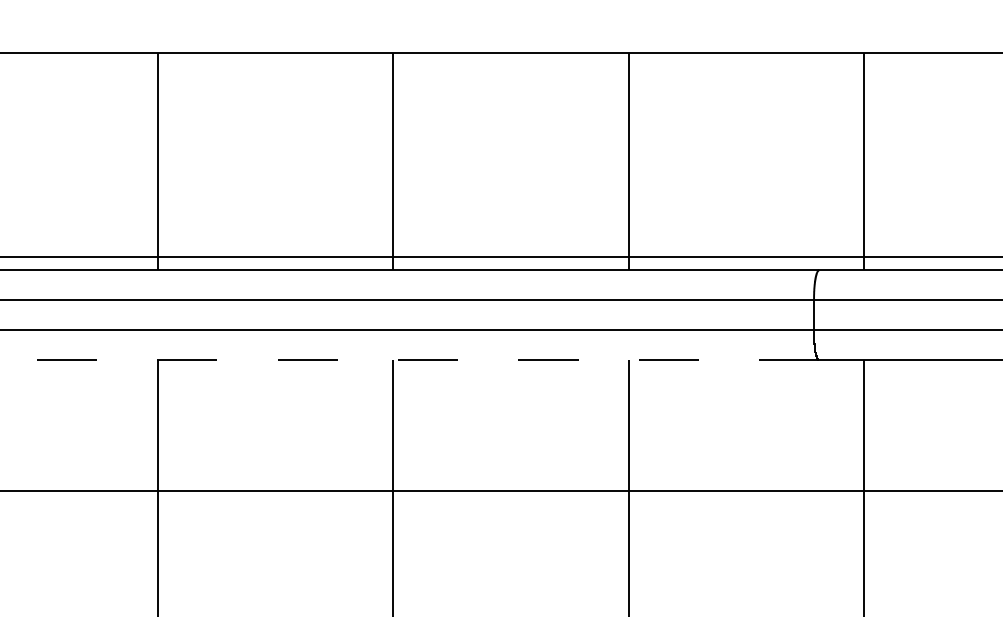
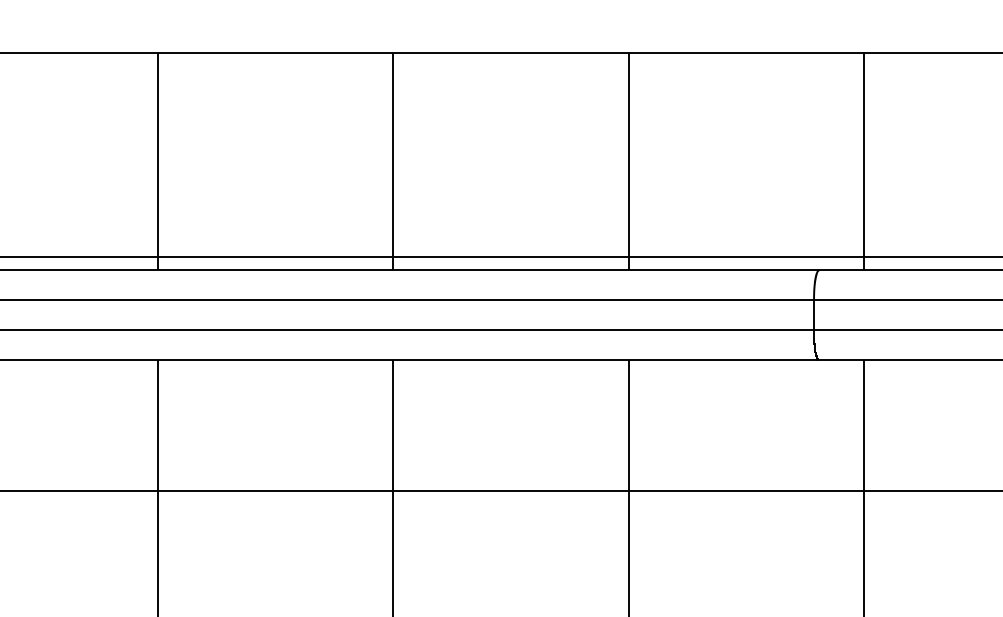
line at (409, 360): dashed -> solid
